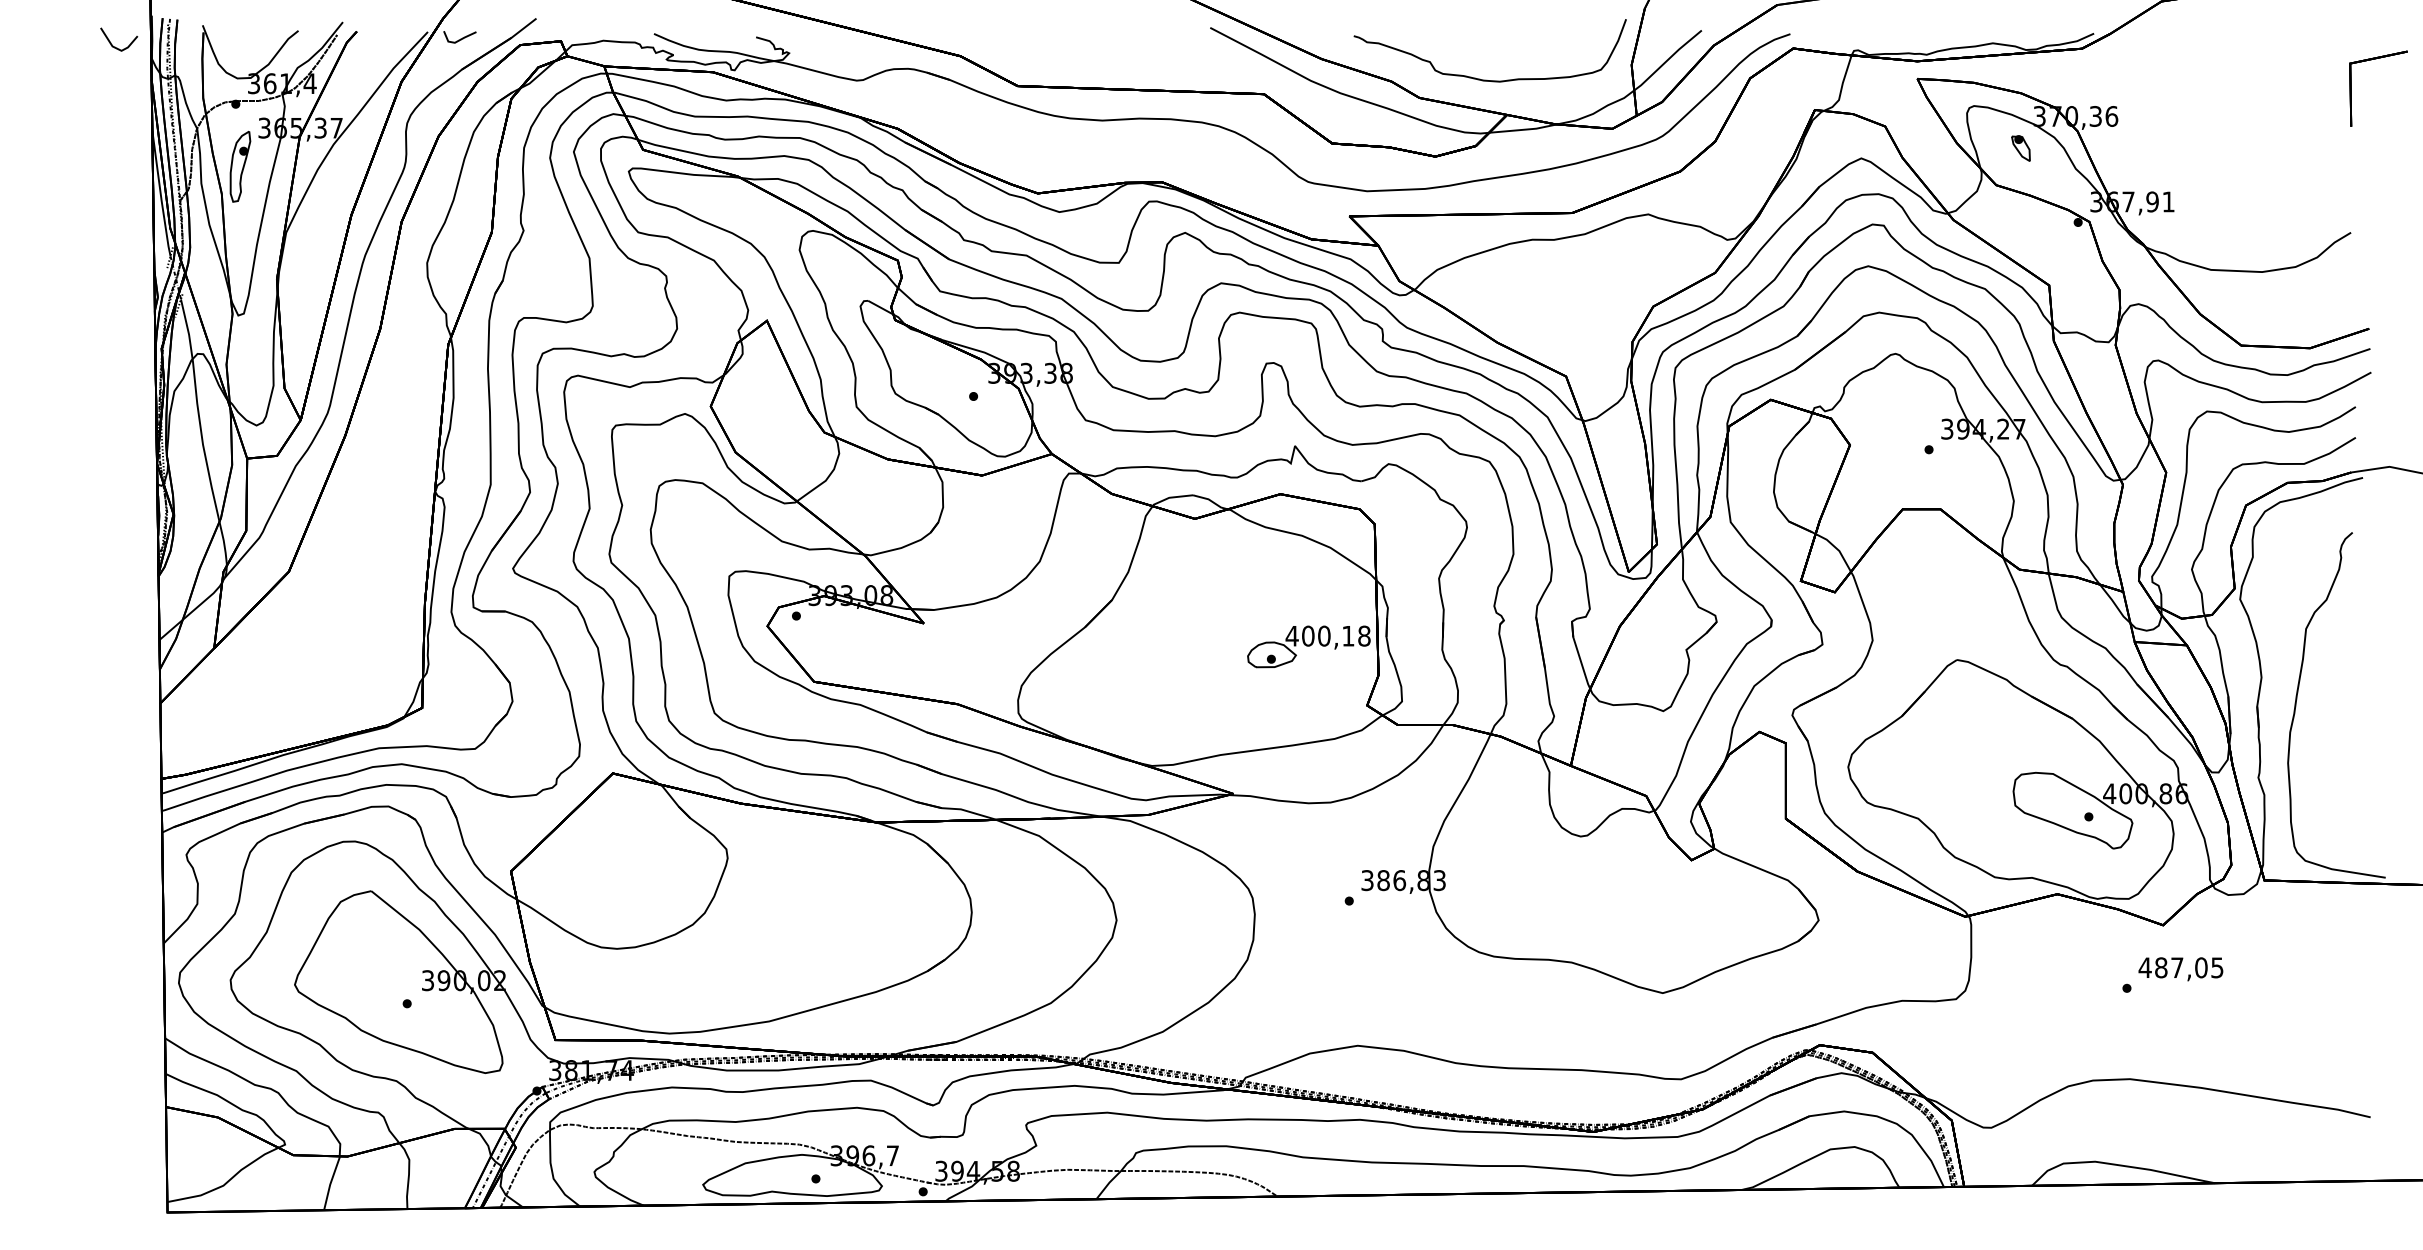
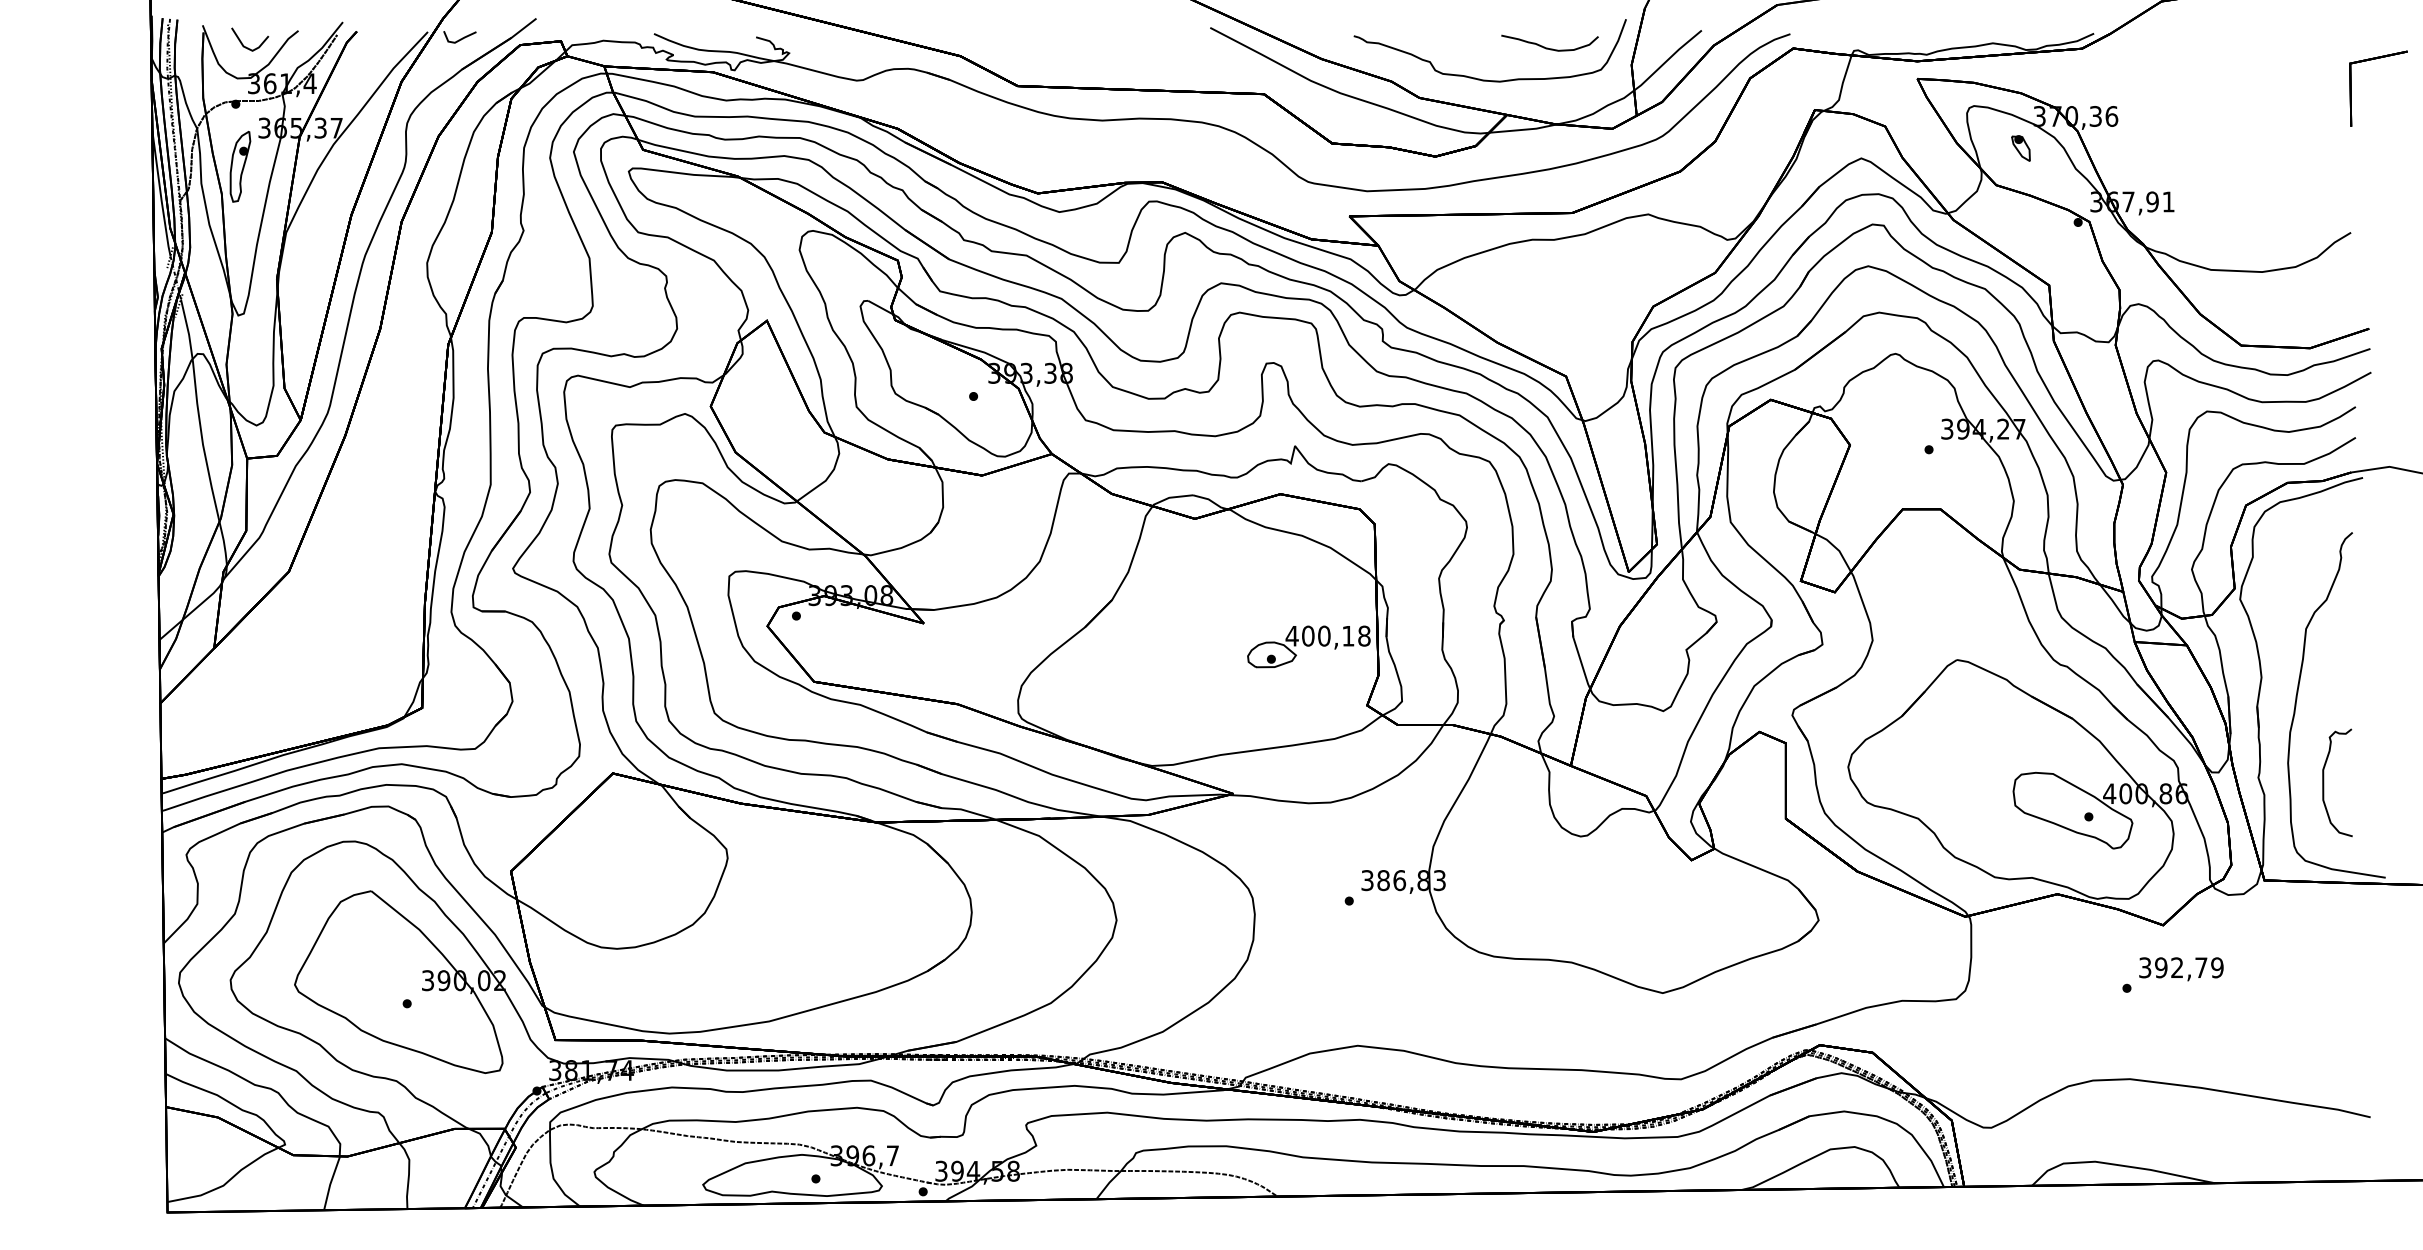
line at (115, 46) position: (115, 46) -> (246, 46)
curve at (1547, 47): none -> present
curve at (2324, 782): none -> present
text at (2180, 967): 487,05 -> 392,79
